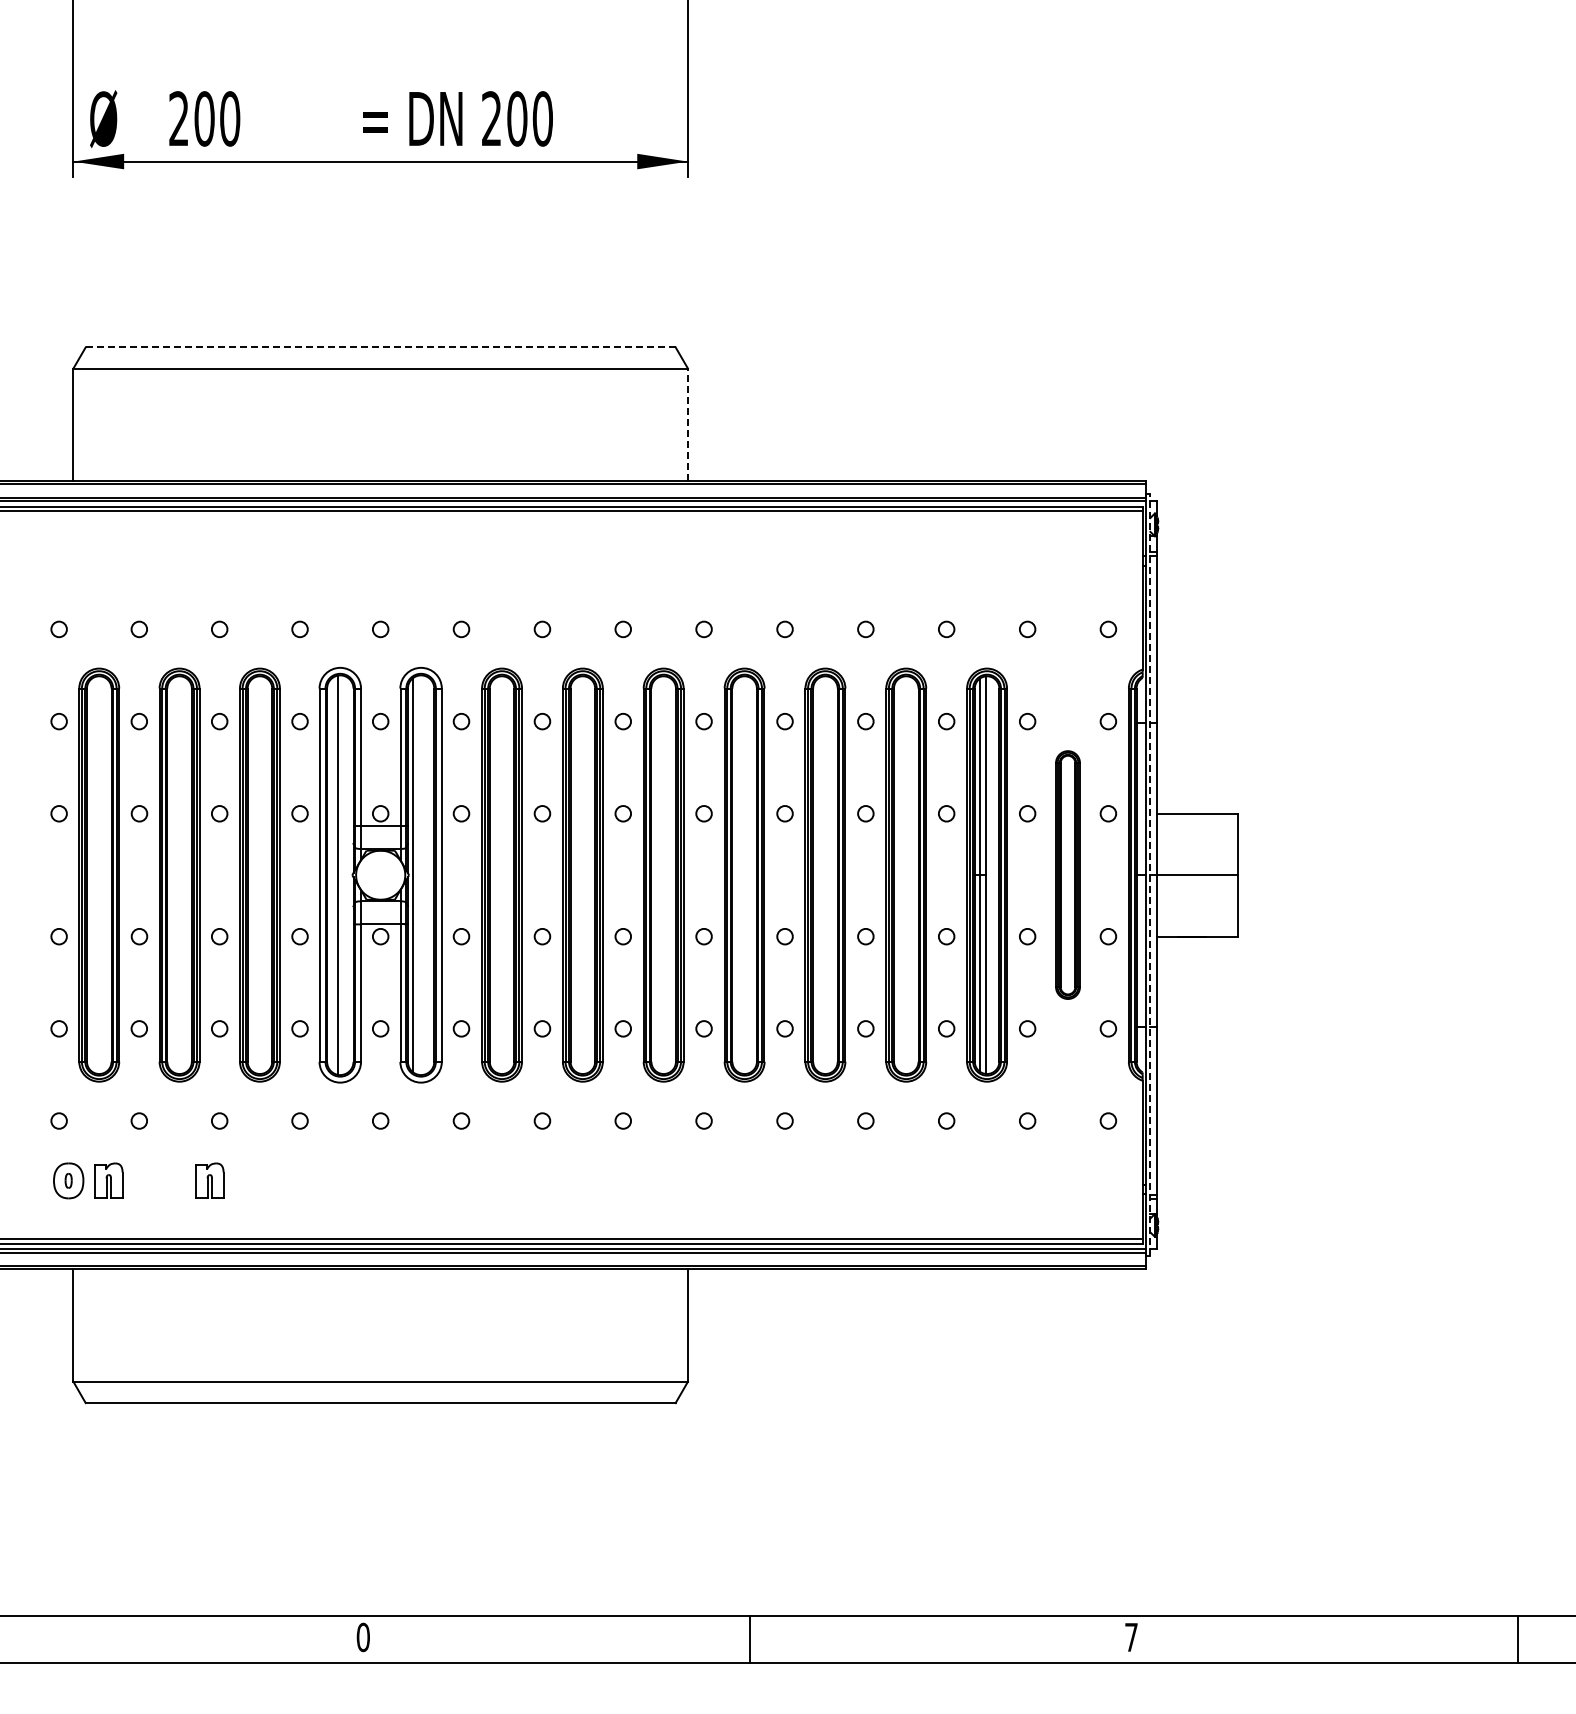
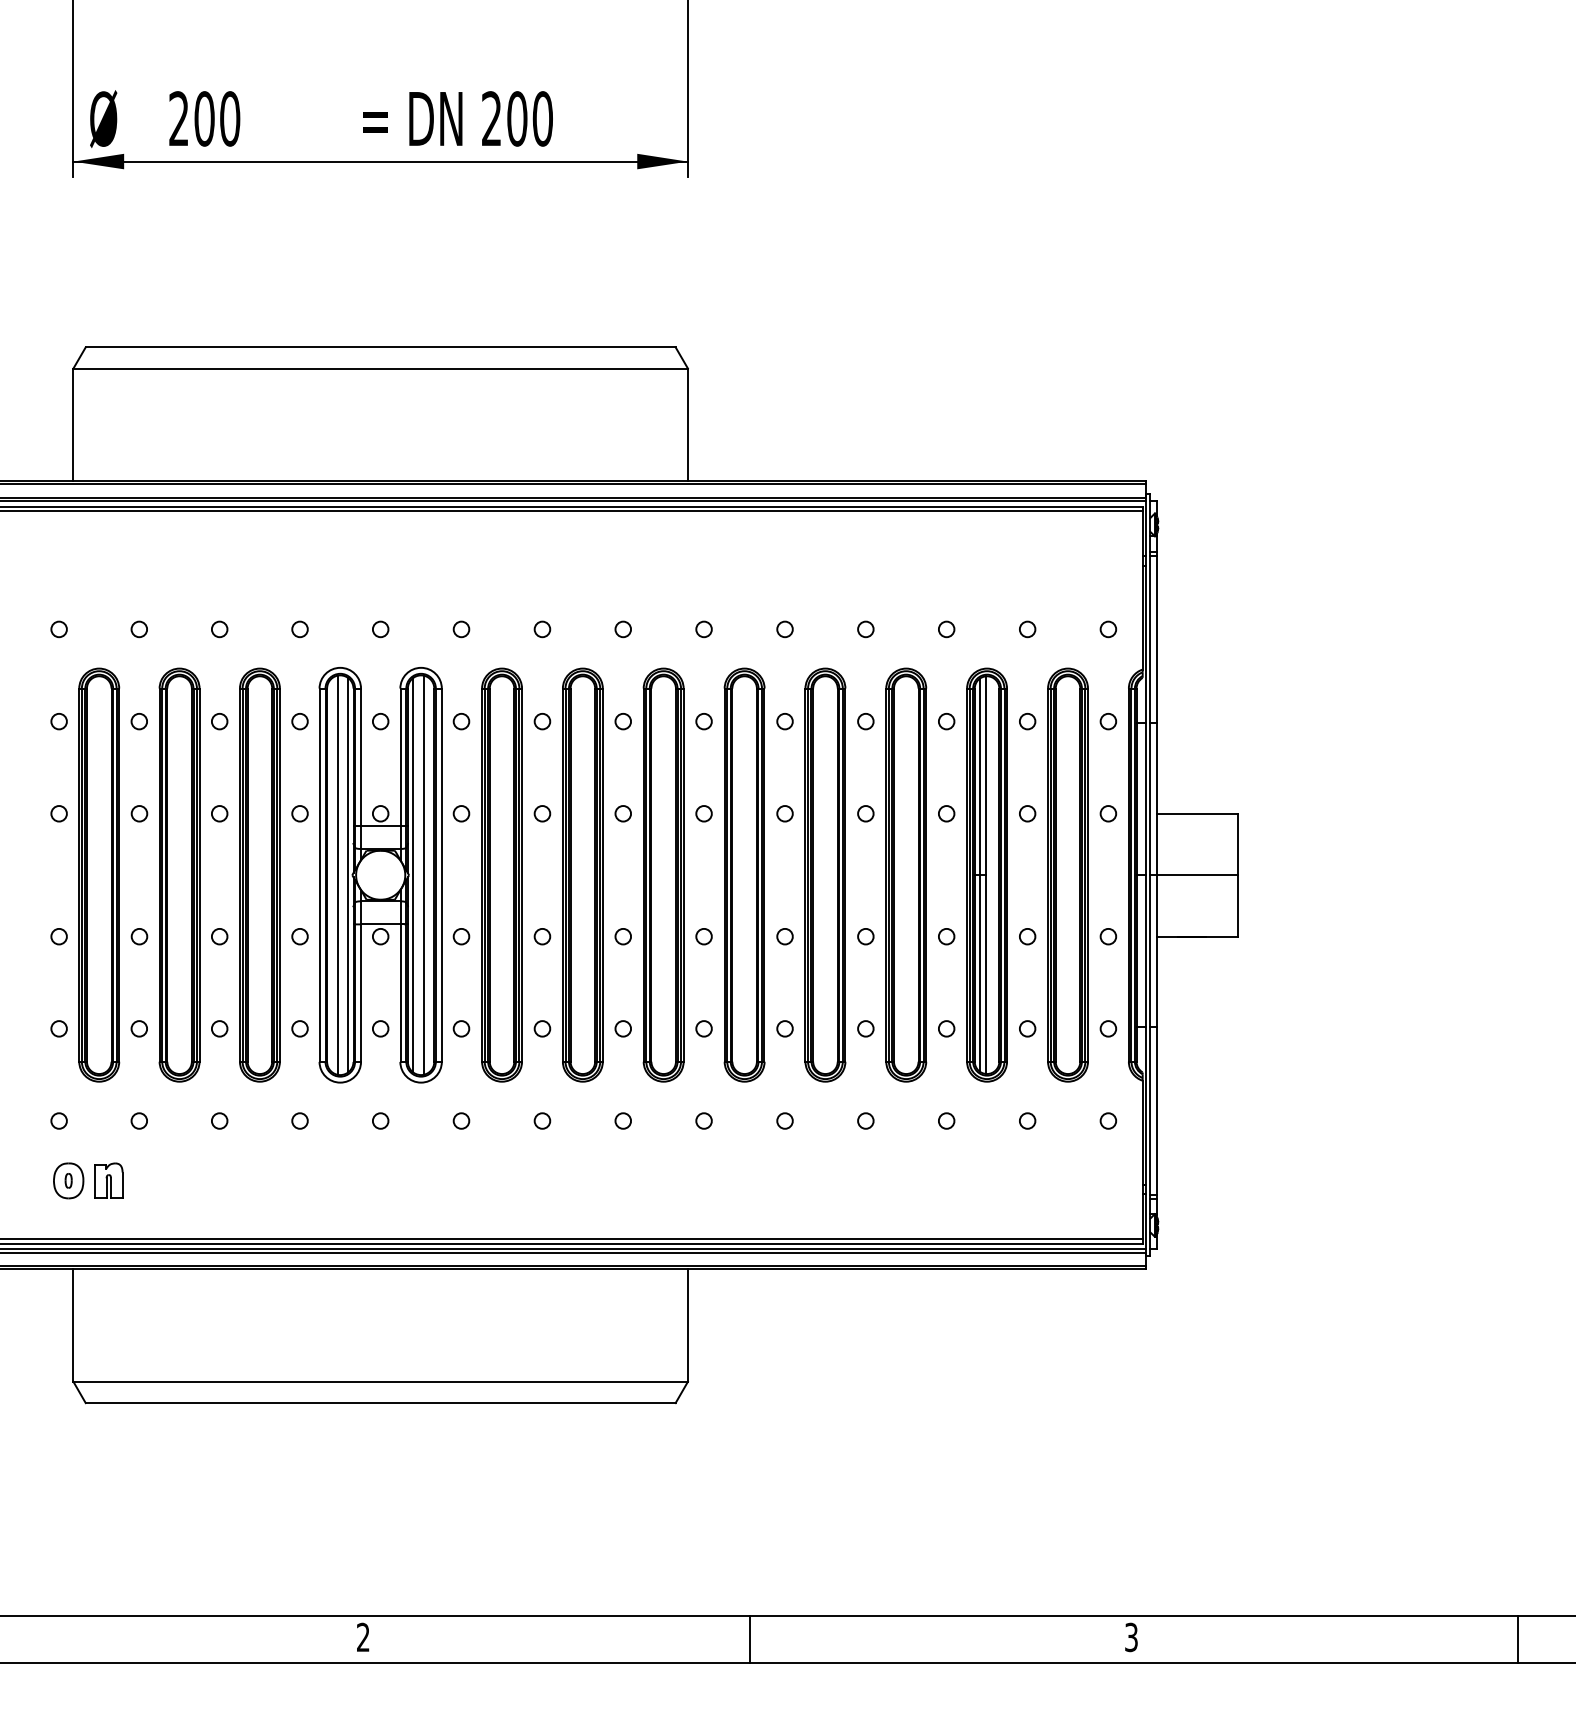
line at (380, 347): dashed -> solid
line at (687, 424): dashed -> solid
line at (423, 874): none -> present
part at (1067, 874) size: 26x250 px -> 42x416 px
line at (348, 875): none -> present
line at (1150, 875): dashed -> solid
part at (209, 1180): present -> none
text at (362, 1637): 0 -> 2
text at (1131, 1637): 7 -> 3
